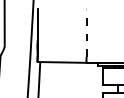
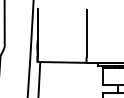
line at (86, 33): dashed -> solid
